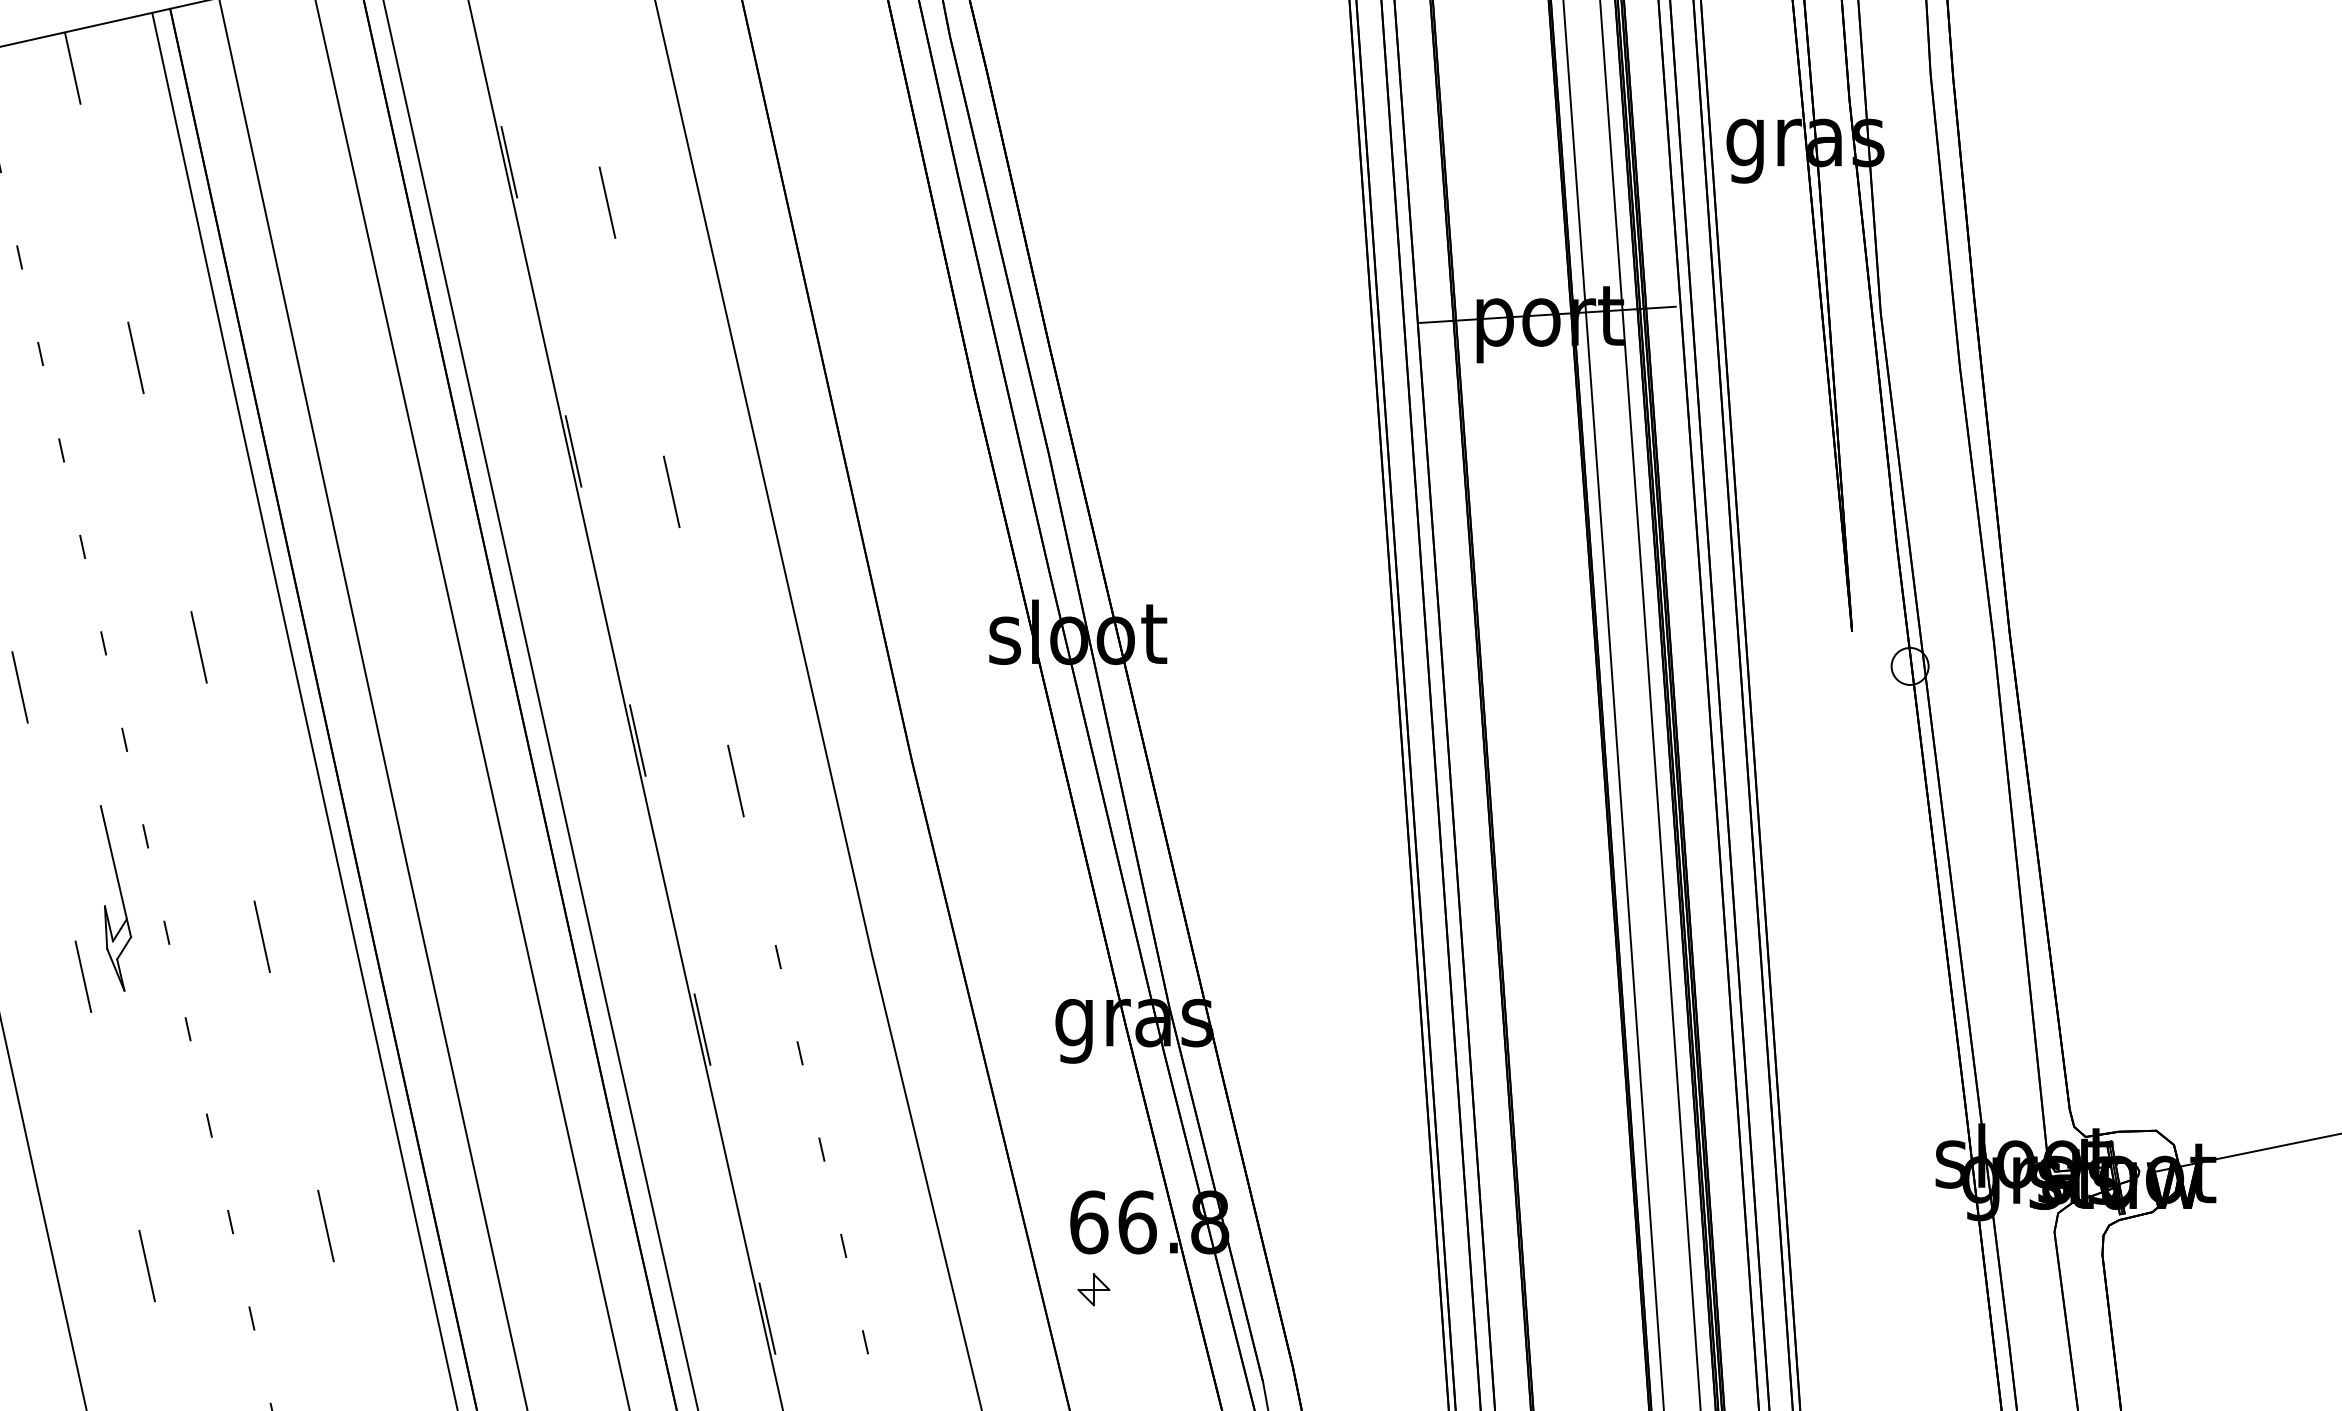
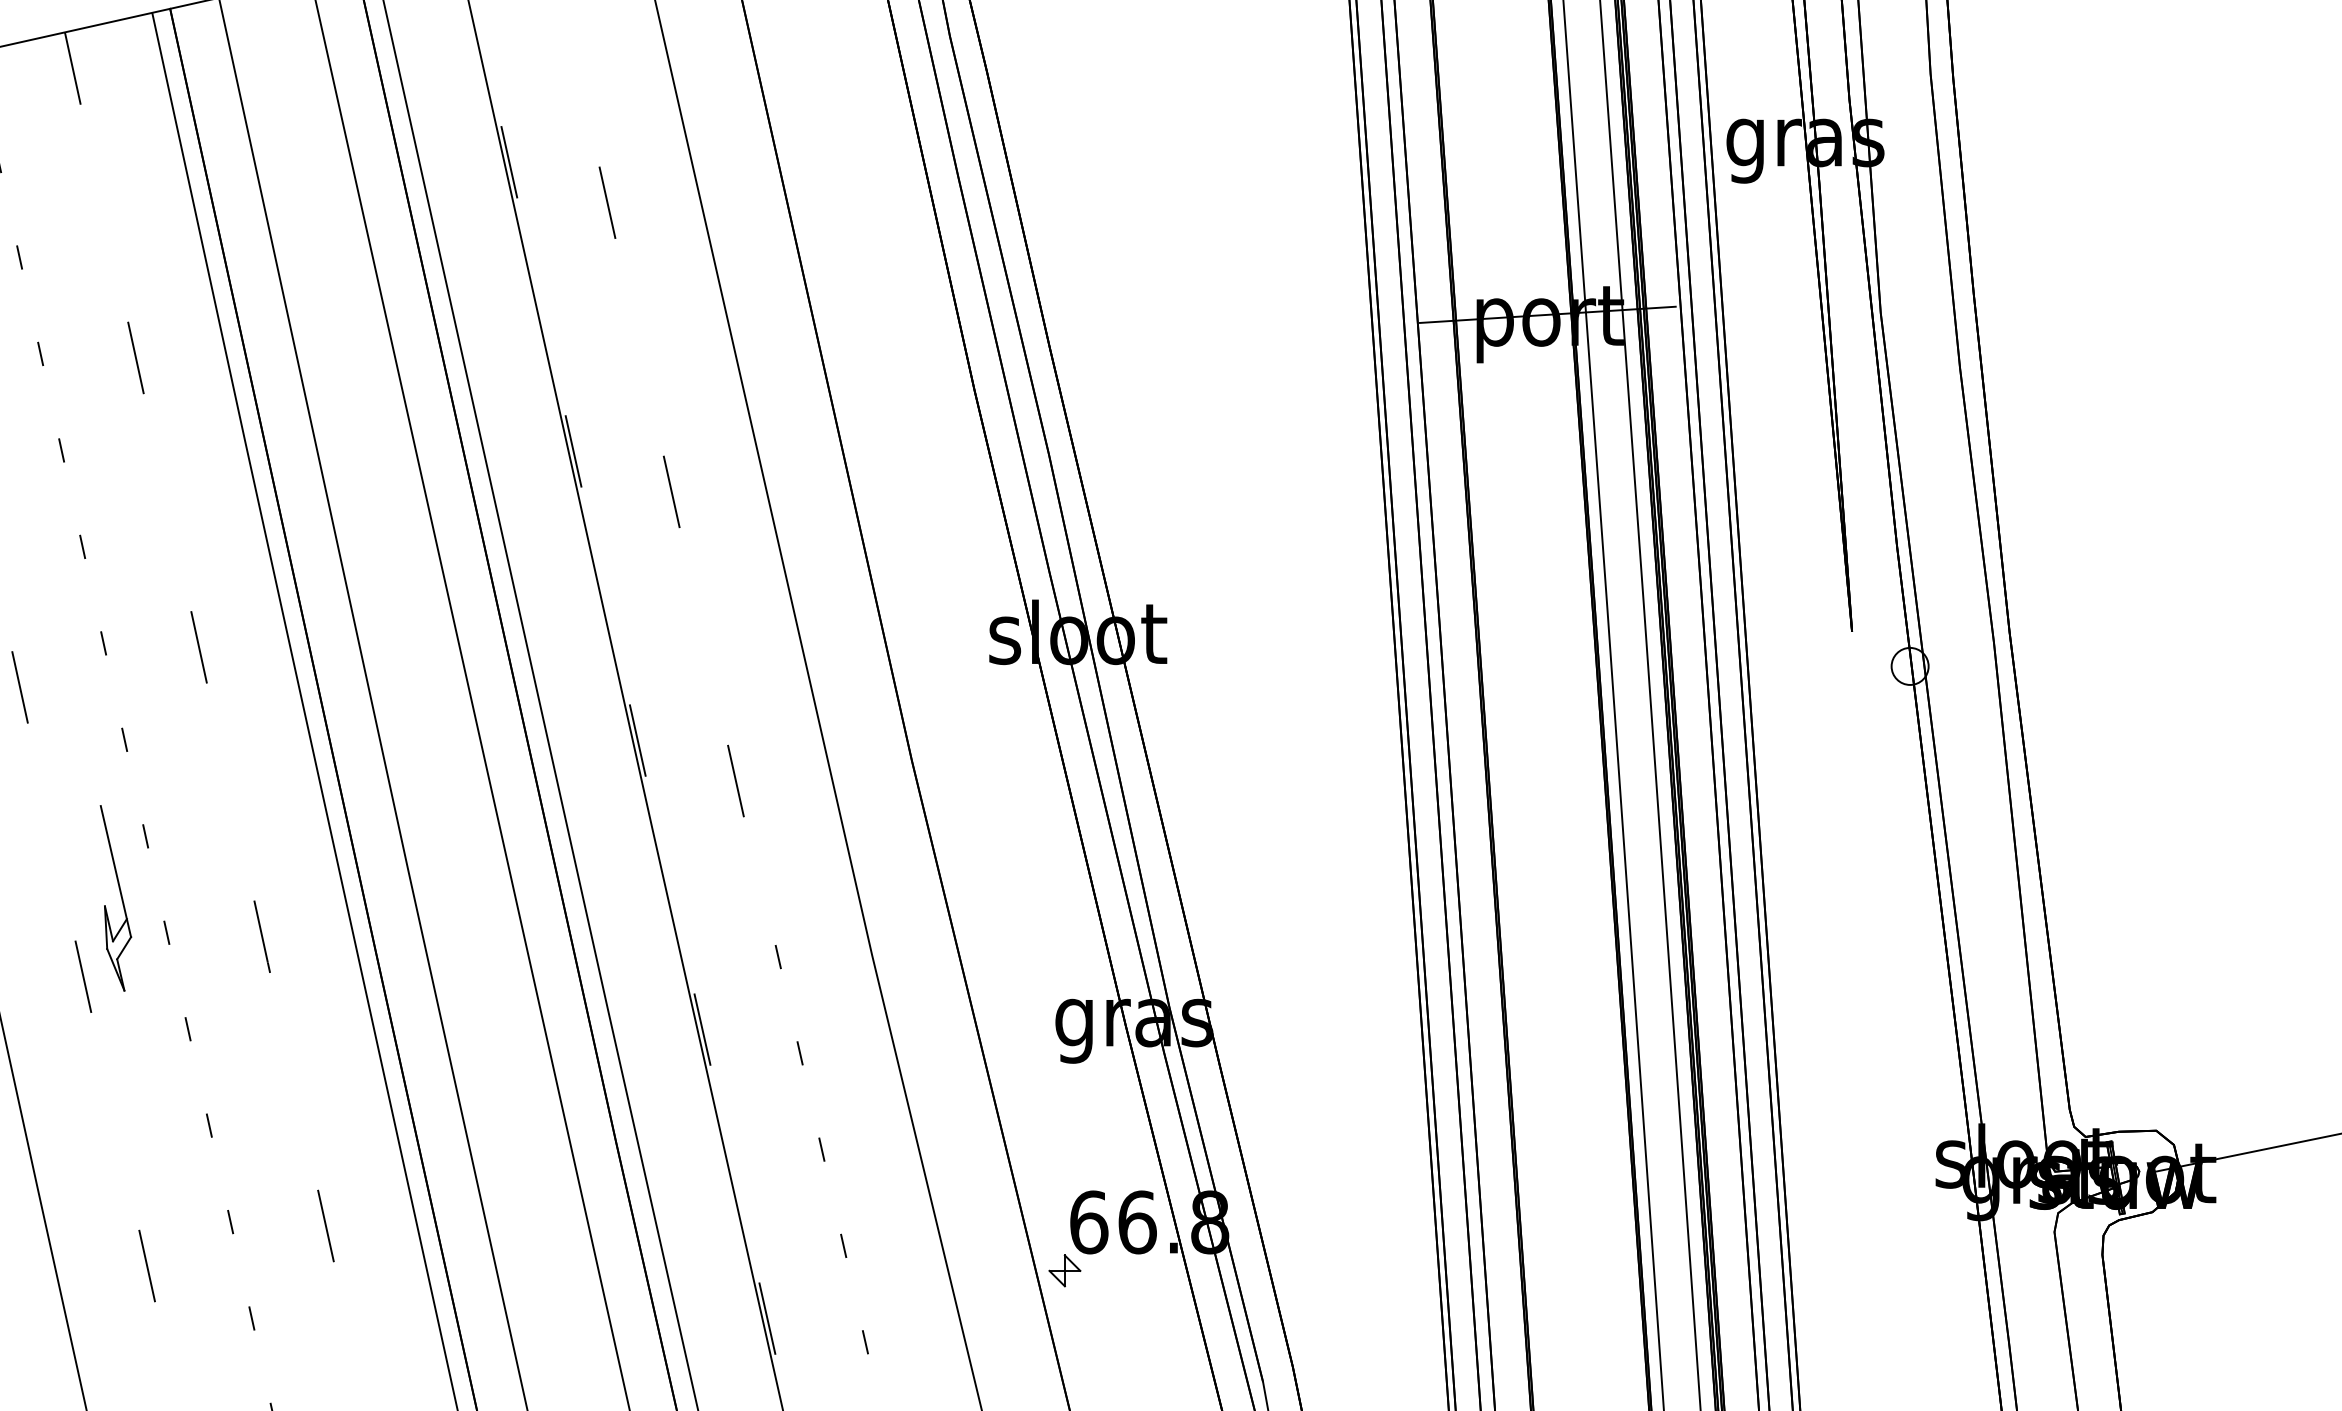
part at (1093, 1289) position: (1093, 1289) -> (1064, 1270)
